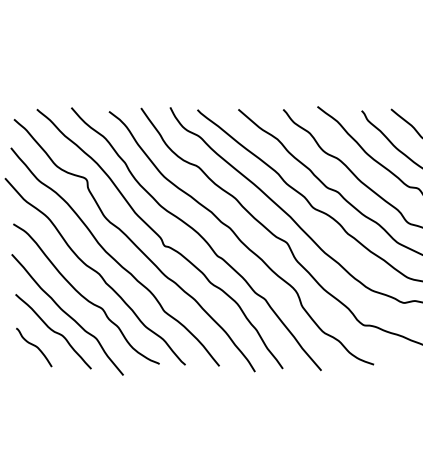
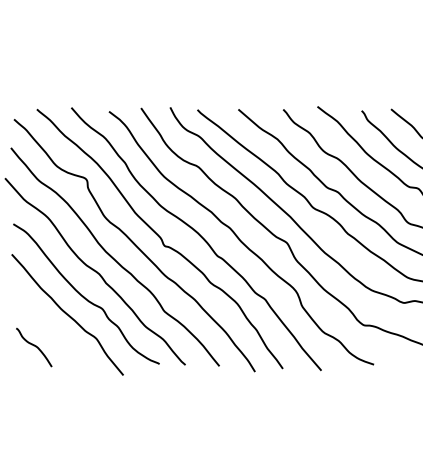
curve at (53, 331): present -> none
